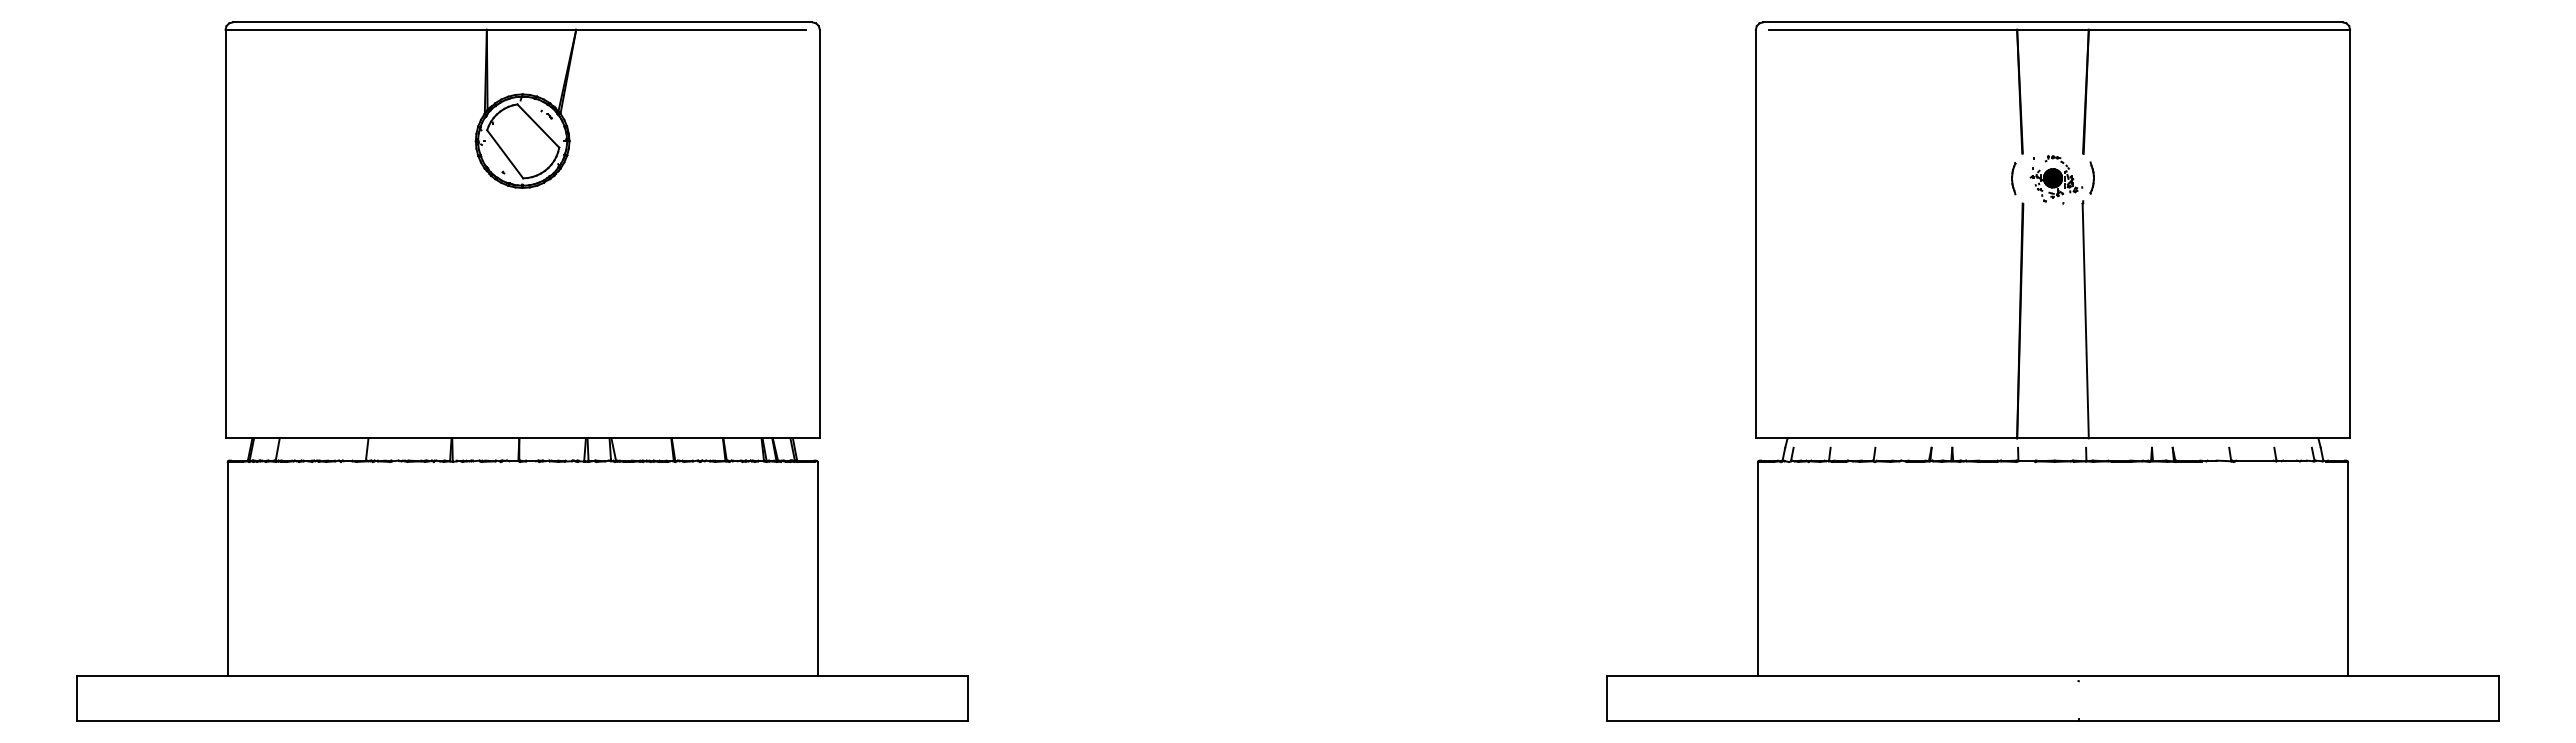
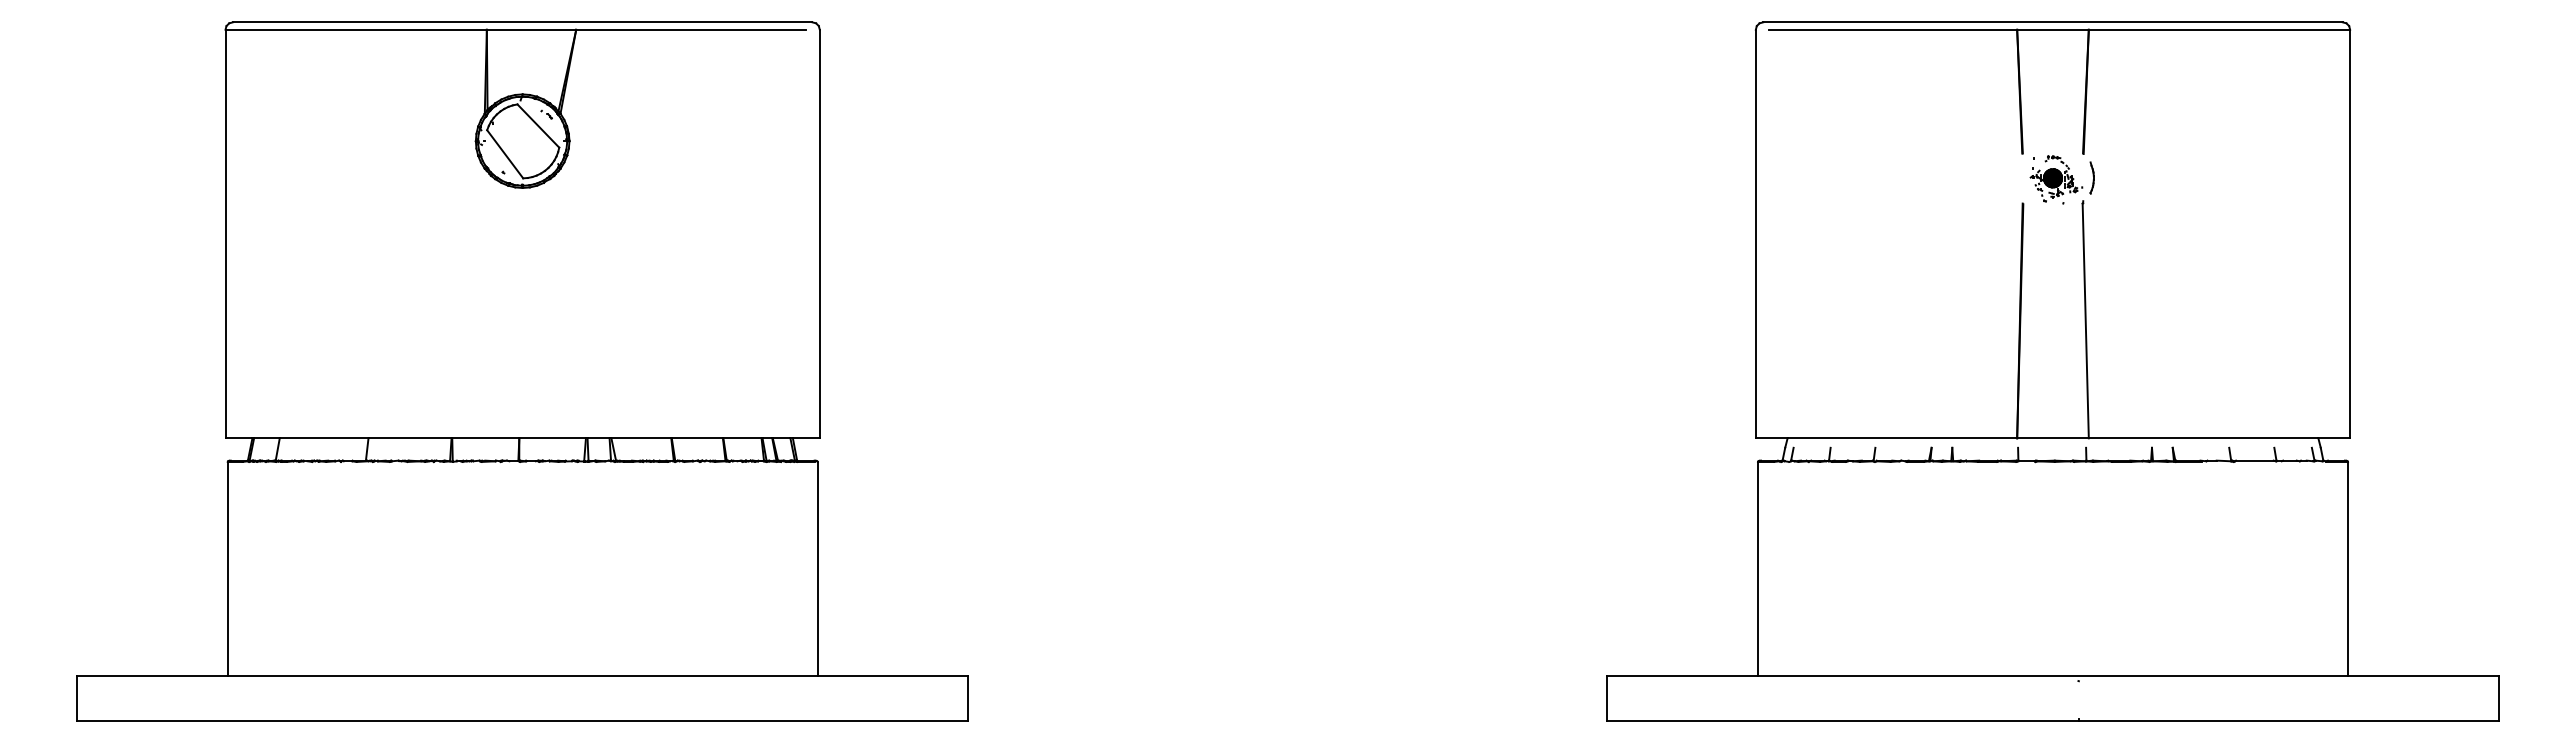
part at (2013, 178): present -> none
